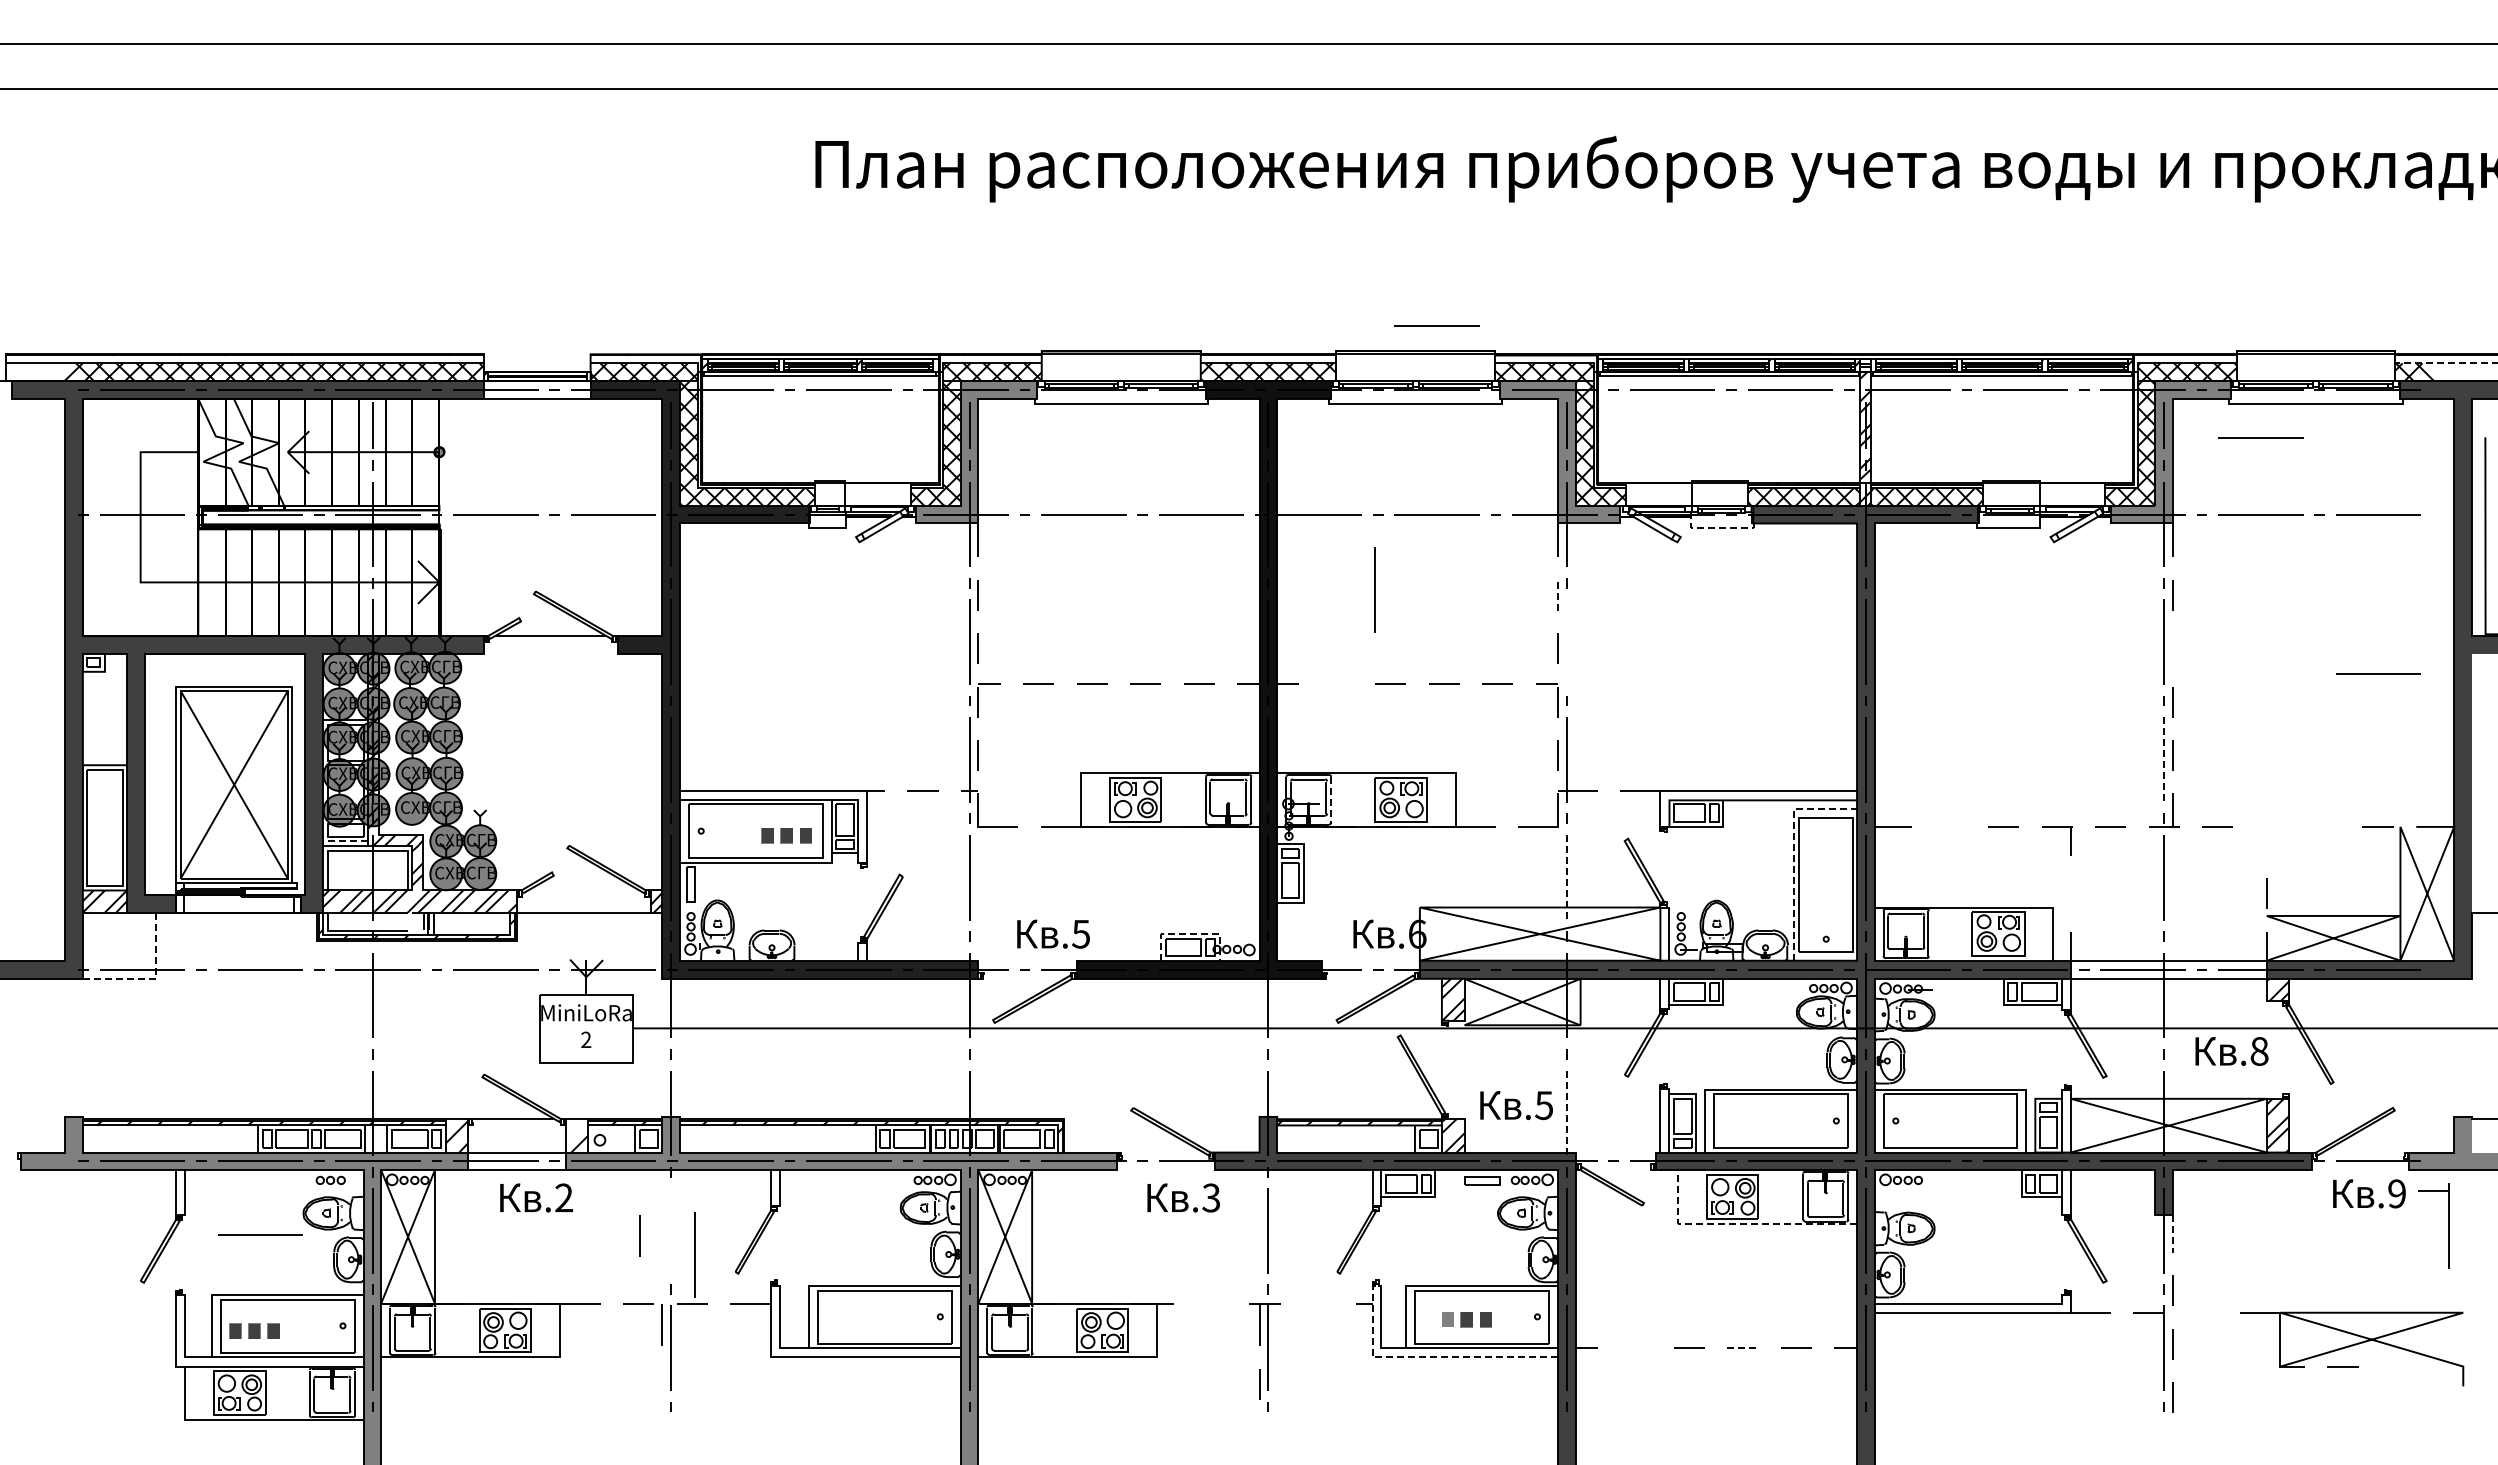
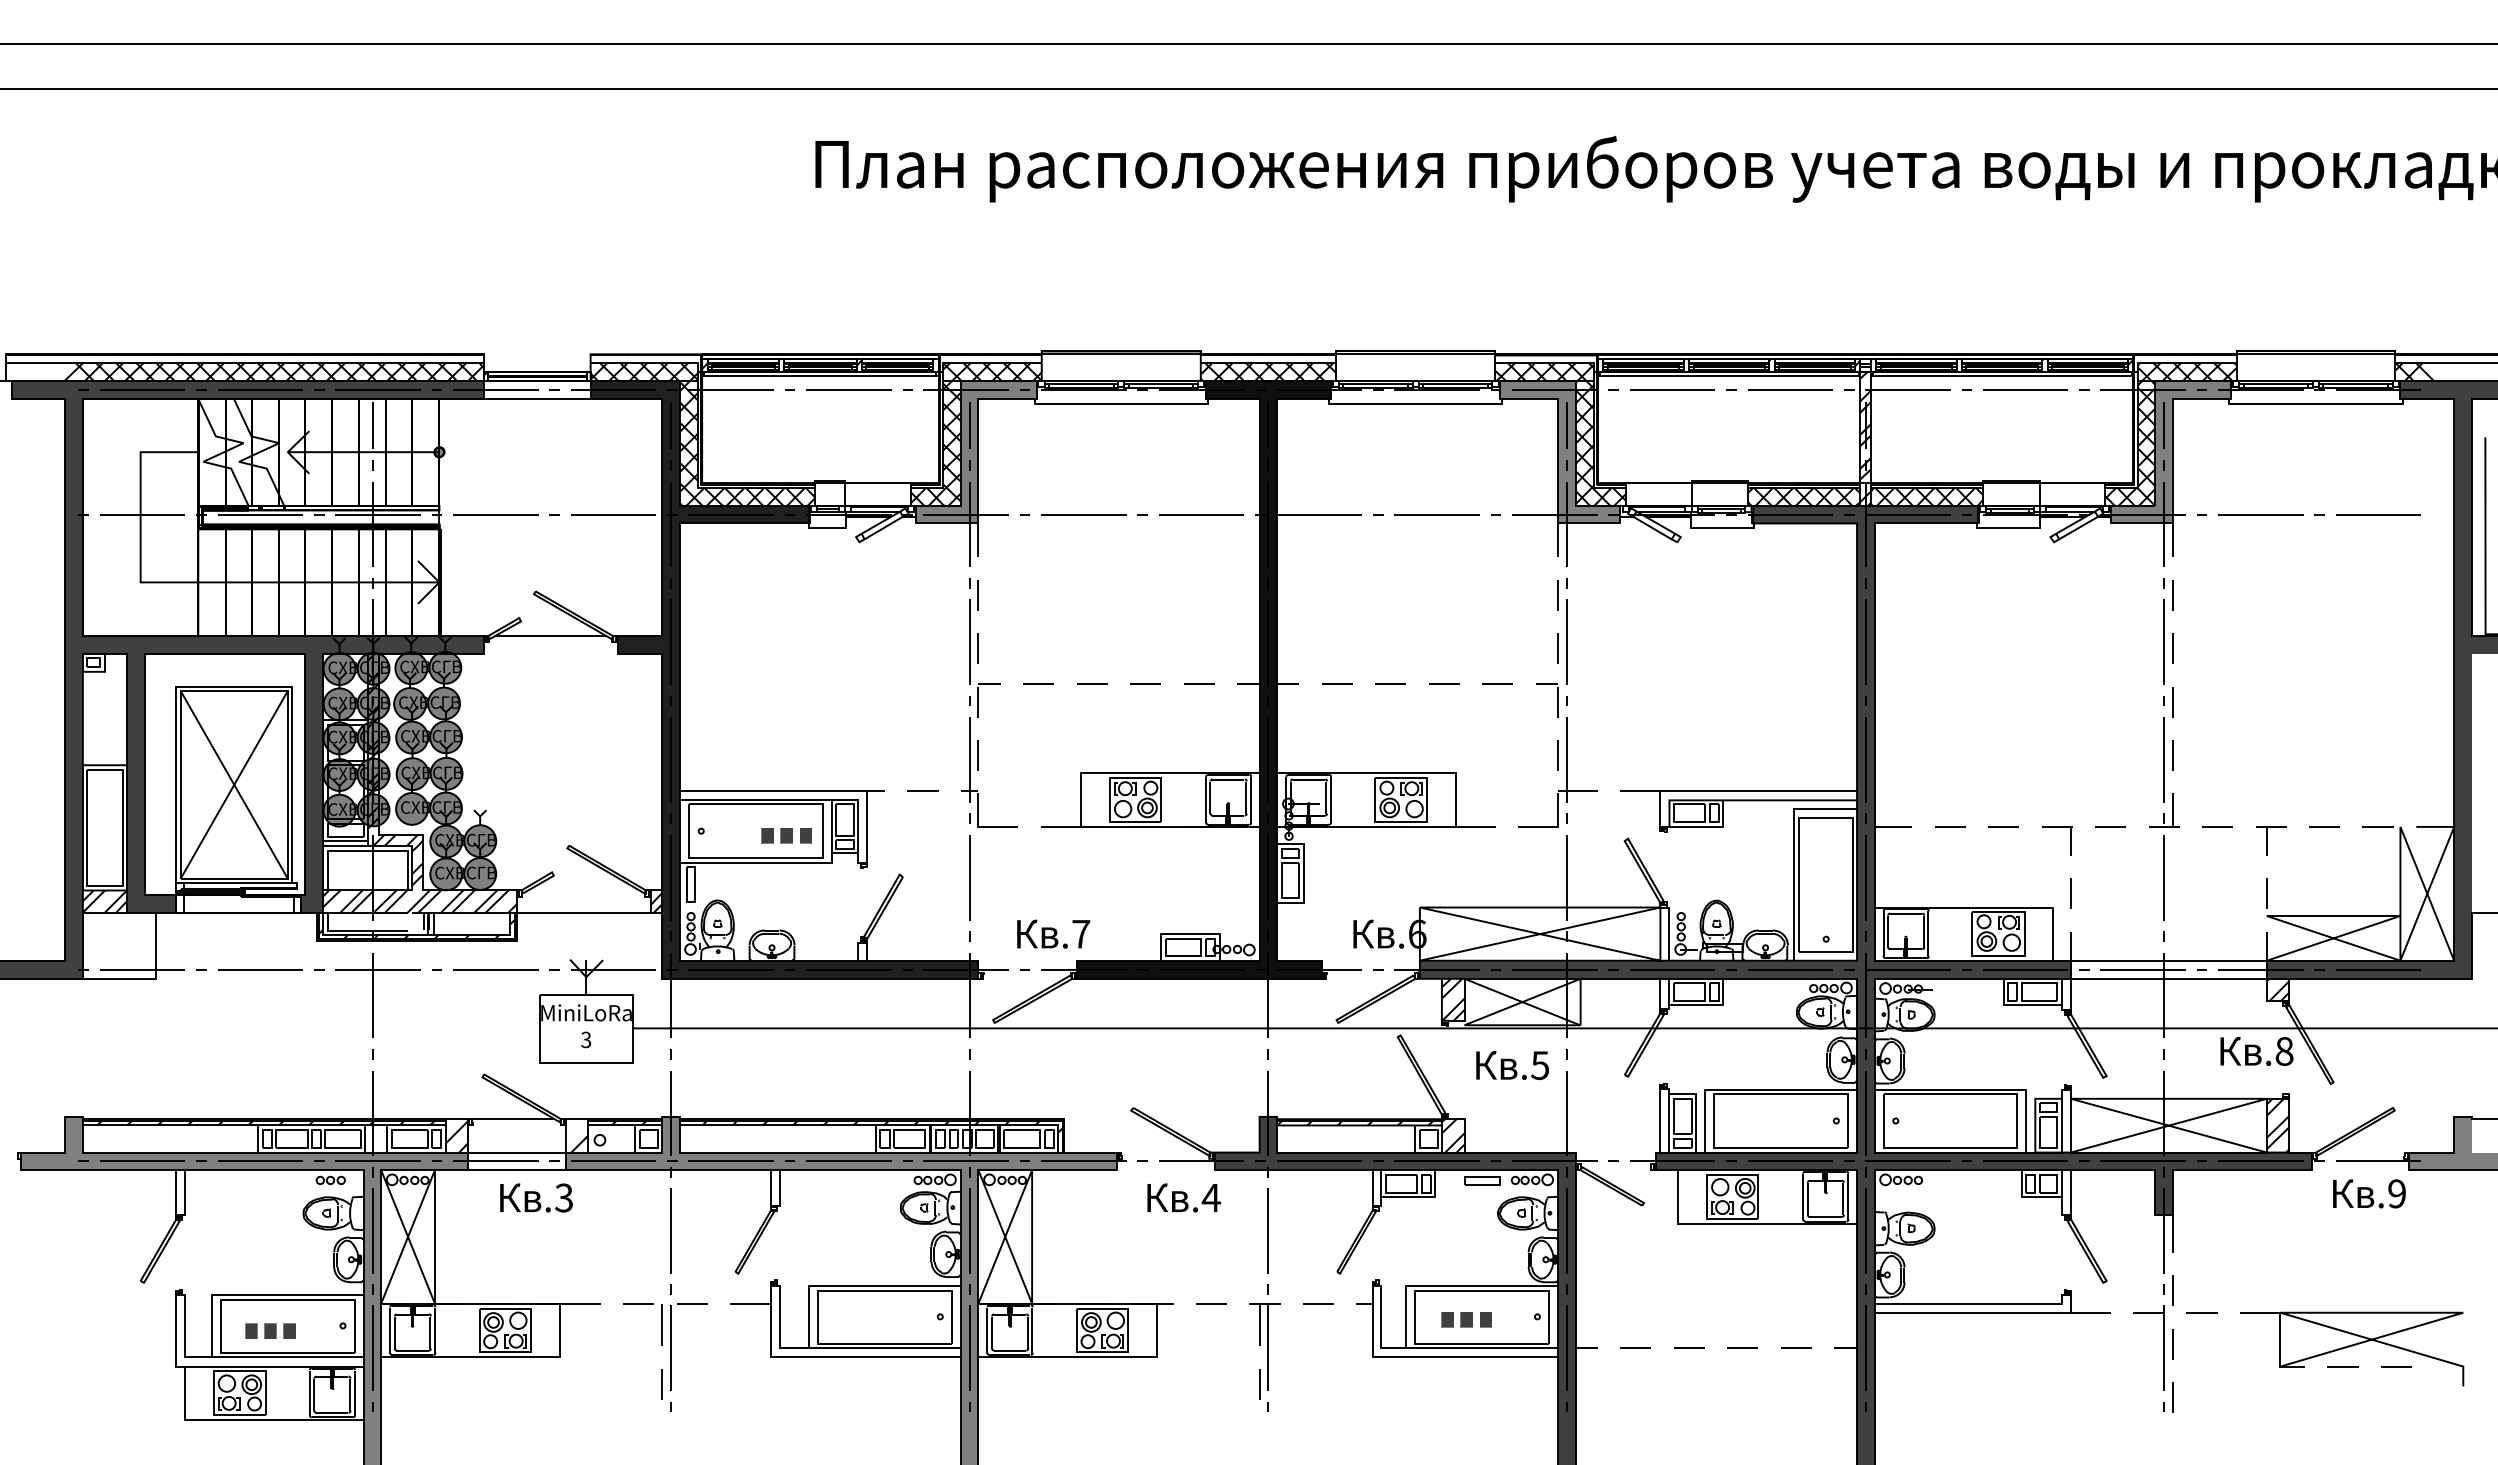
line at (1436, 325): present -> none
line at (2446, 363): dashed -> solid
line at (2260, 437): present -> none
line at (1717, 528): dashed -> solid
line at (1374, 589) position: (1374, 589) -> (1566, 641)
line at (1557, 595): dashed -> solid
line at (2172, 648): none -> present
line at (2378, 673): present -> none
line at (1337, 683): none -> present
line at (2164, 759): dashed -> solid
line at (1331, 800): dashed -> solid
line at (1950, 826): none -> present
line at (2324, 826): none -> present
part at (2271, 840): none -> present
line at (345, 841): dashed -> solid
line at (1794, 851): dashed -> solid
line at (1566, 877): dashed -> solid
line at (2070, 893): none -> present
text at (1081, 934): .5 -> .7
line at (1190, 934): dashed -> solid
line at (152, 978): dashed -> solid
text at (586, 1040): 2 -> 3
text at (2231, 1051) position: (2231, 1051) -> (2256, 1051)
text at (1516, 1105) position: (1516, 1105) -> (1512, 1065)
line at (1566, 1113): dashed -> solid
text at (1210, 1197): .3 -> .4
text at (563, 1198): .2 -> .3
line at (1740, 1223): dashed -> solid
part at (2448, 1225): present -> none
line at (2173, 1233): dashed -> solid
line at (260, 1234): present -> none
line at (639, 1235): present -> none
line at (694, 1254) position: (694, 1254) -> (670, 1230)
line at (1211, 1303): none -> present
line at (1318, 1303): none -> present
line at (2201, 1312): none -> present
fill at (1447, 1319): none -> present
part at (254, 1330) position: (254, 1330) -> (270, 1330)
line at (1635, 1347): none -> present
line at (1742, 1348): dashed -> solid
line at (1424, 1357): dashed -> solid
line at (2396, 1366): none -> present
line at (661, 1384): none -> present
